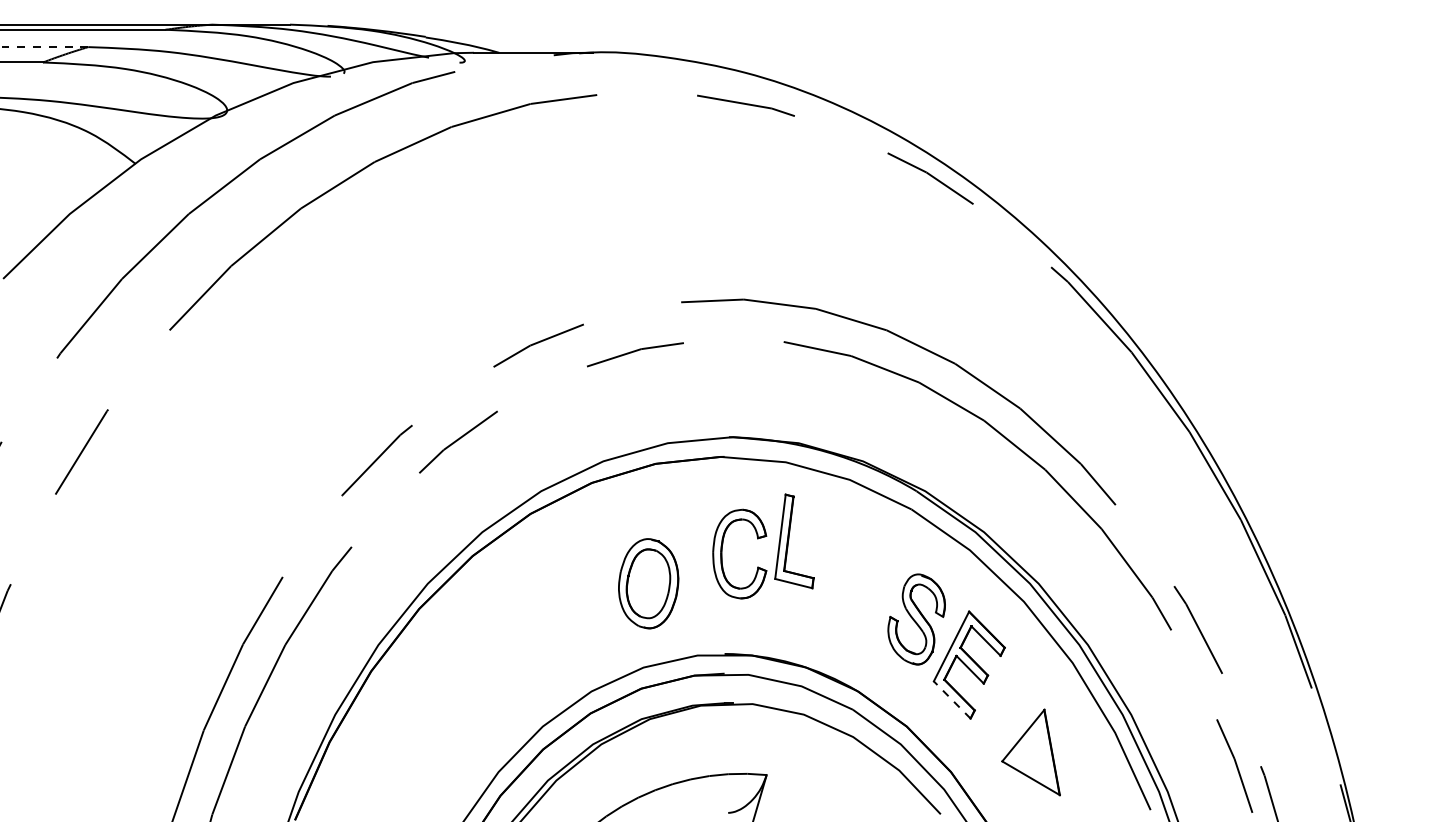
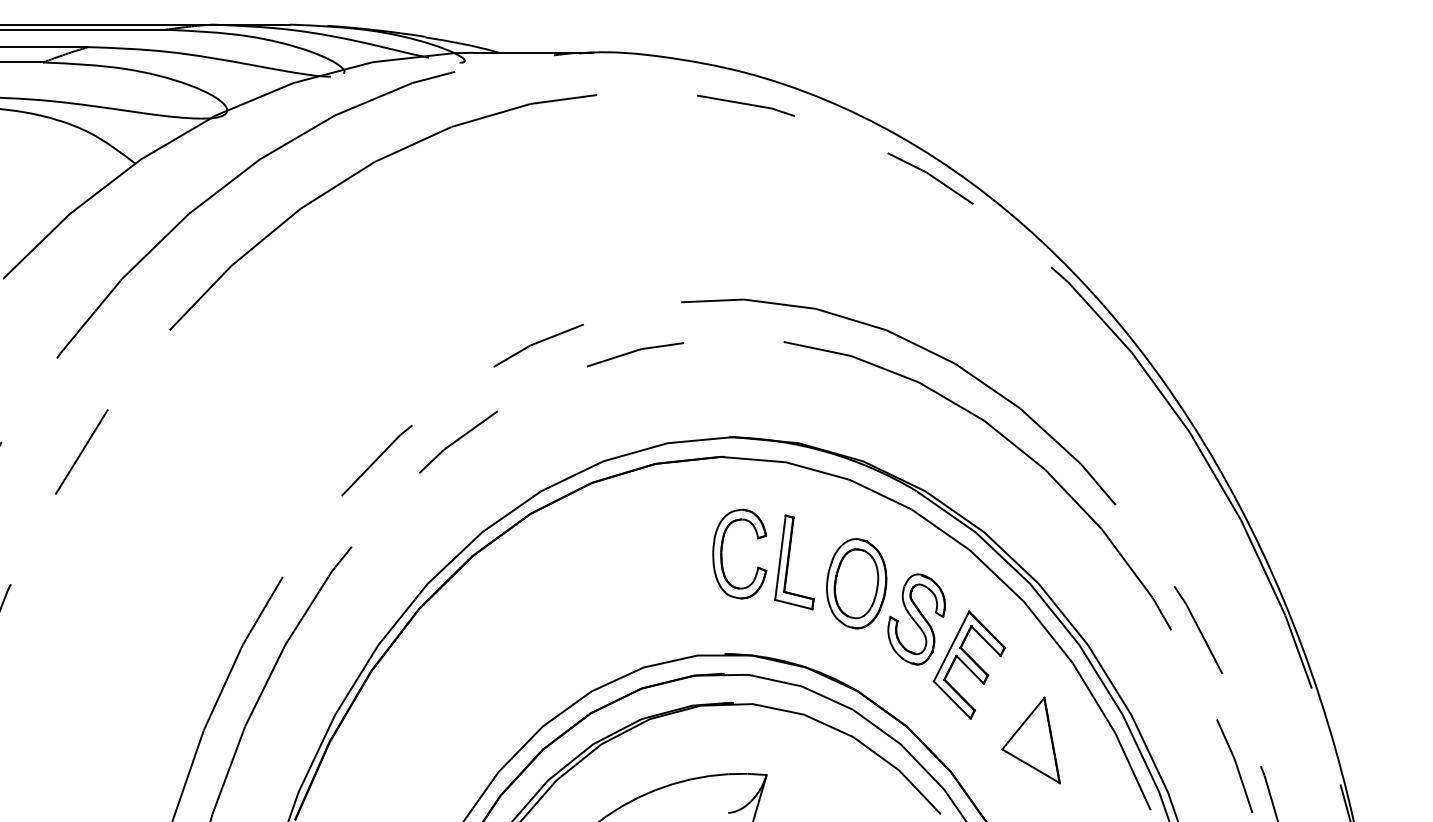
line at (44, 47): dashed -> solid
part at (794, 541) position: (794, 541) -> (794, 562)
part at (648, 583) position: (648, 583) -> (856, 583)
line at (951, 699): dashed -> solid
part at (1030, 752) position: (1030, 752) -> (1030, 740)
